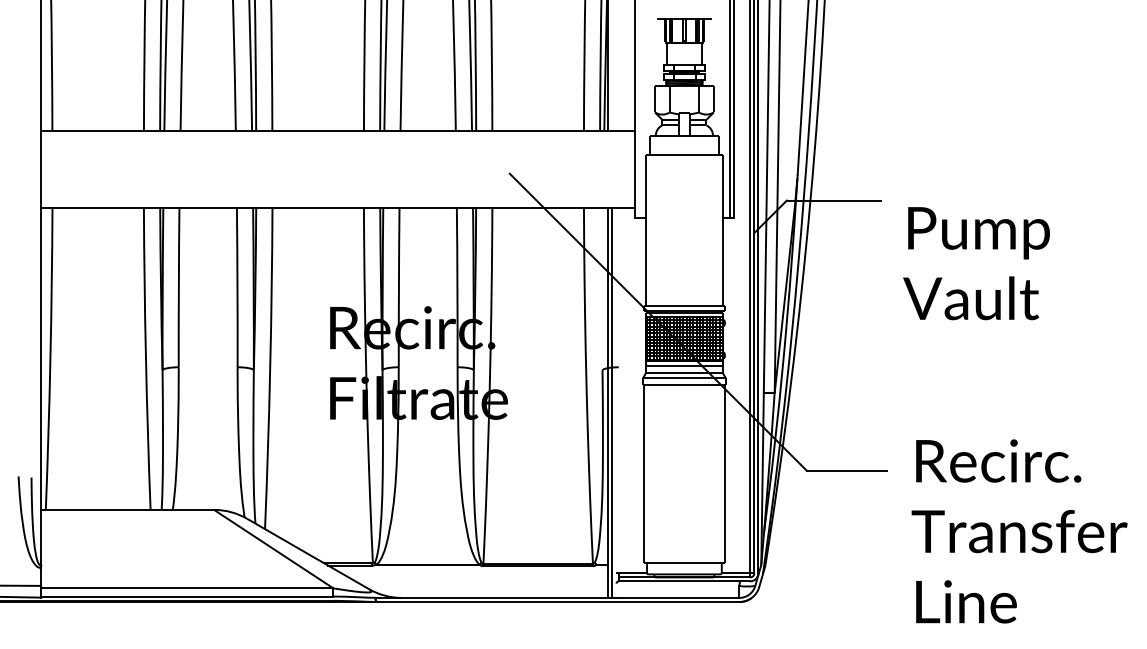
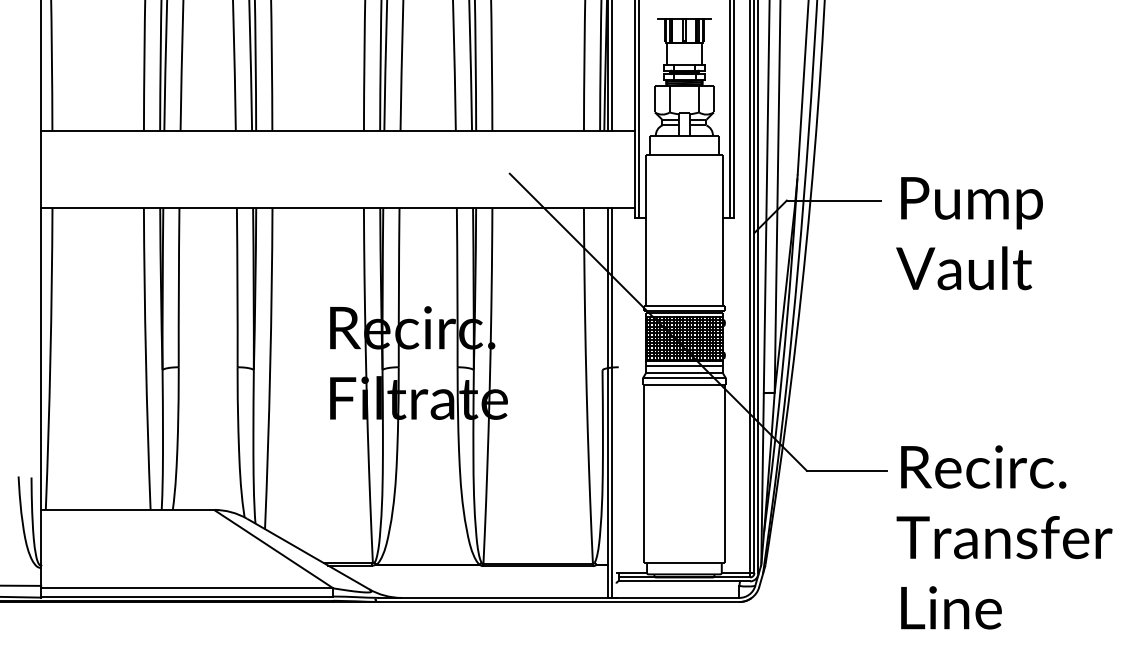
line at (612, 66): none -> present
line at (638, 110): none -> present
text at (976, 263) position: (976, 263) -> (969, 233)
text at (1019, 531) position: (1019, 531) -> (1004, 537)
